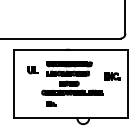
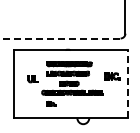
line at (60, 38): solid -> dashed
part at (32, 70) position: (32, 70) -> (32, 79)
line at (127, 83): solid -> dashed
